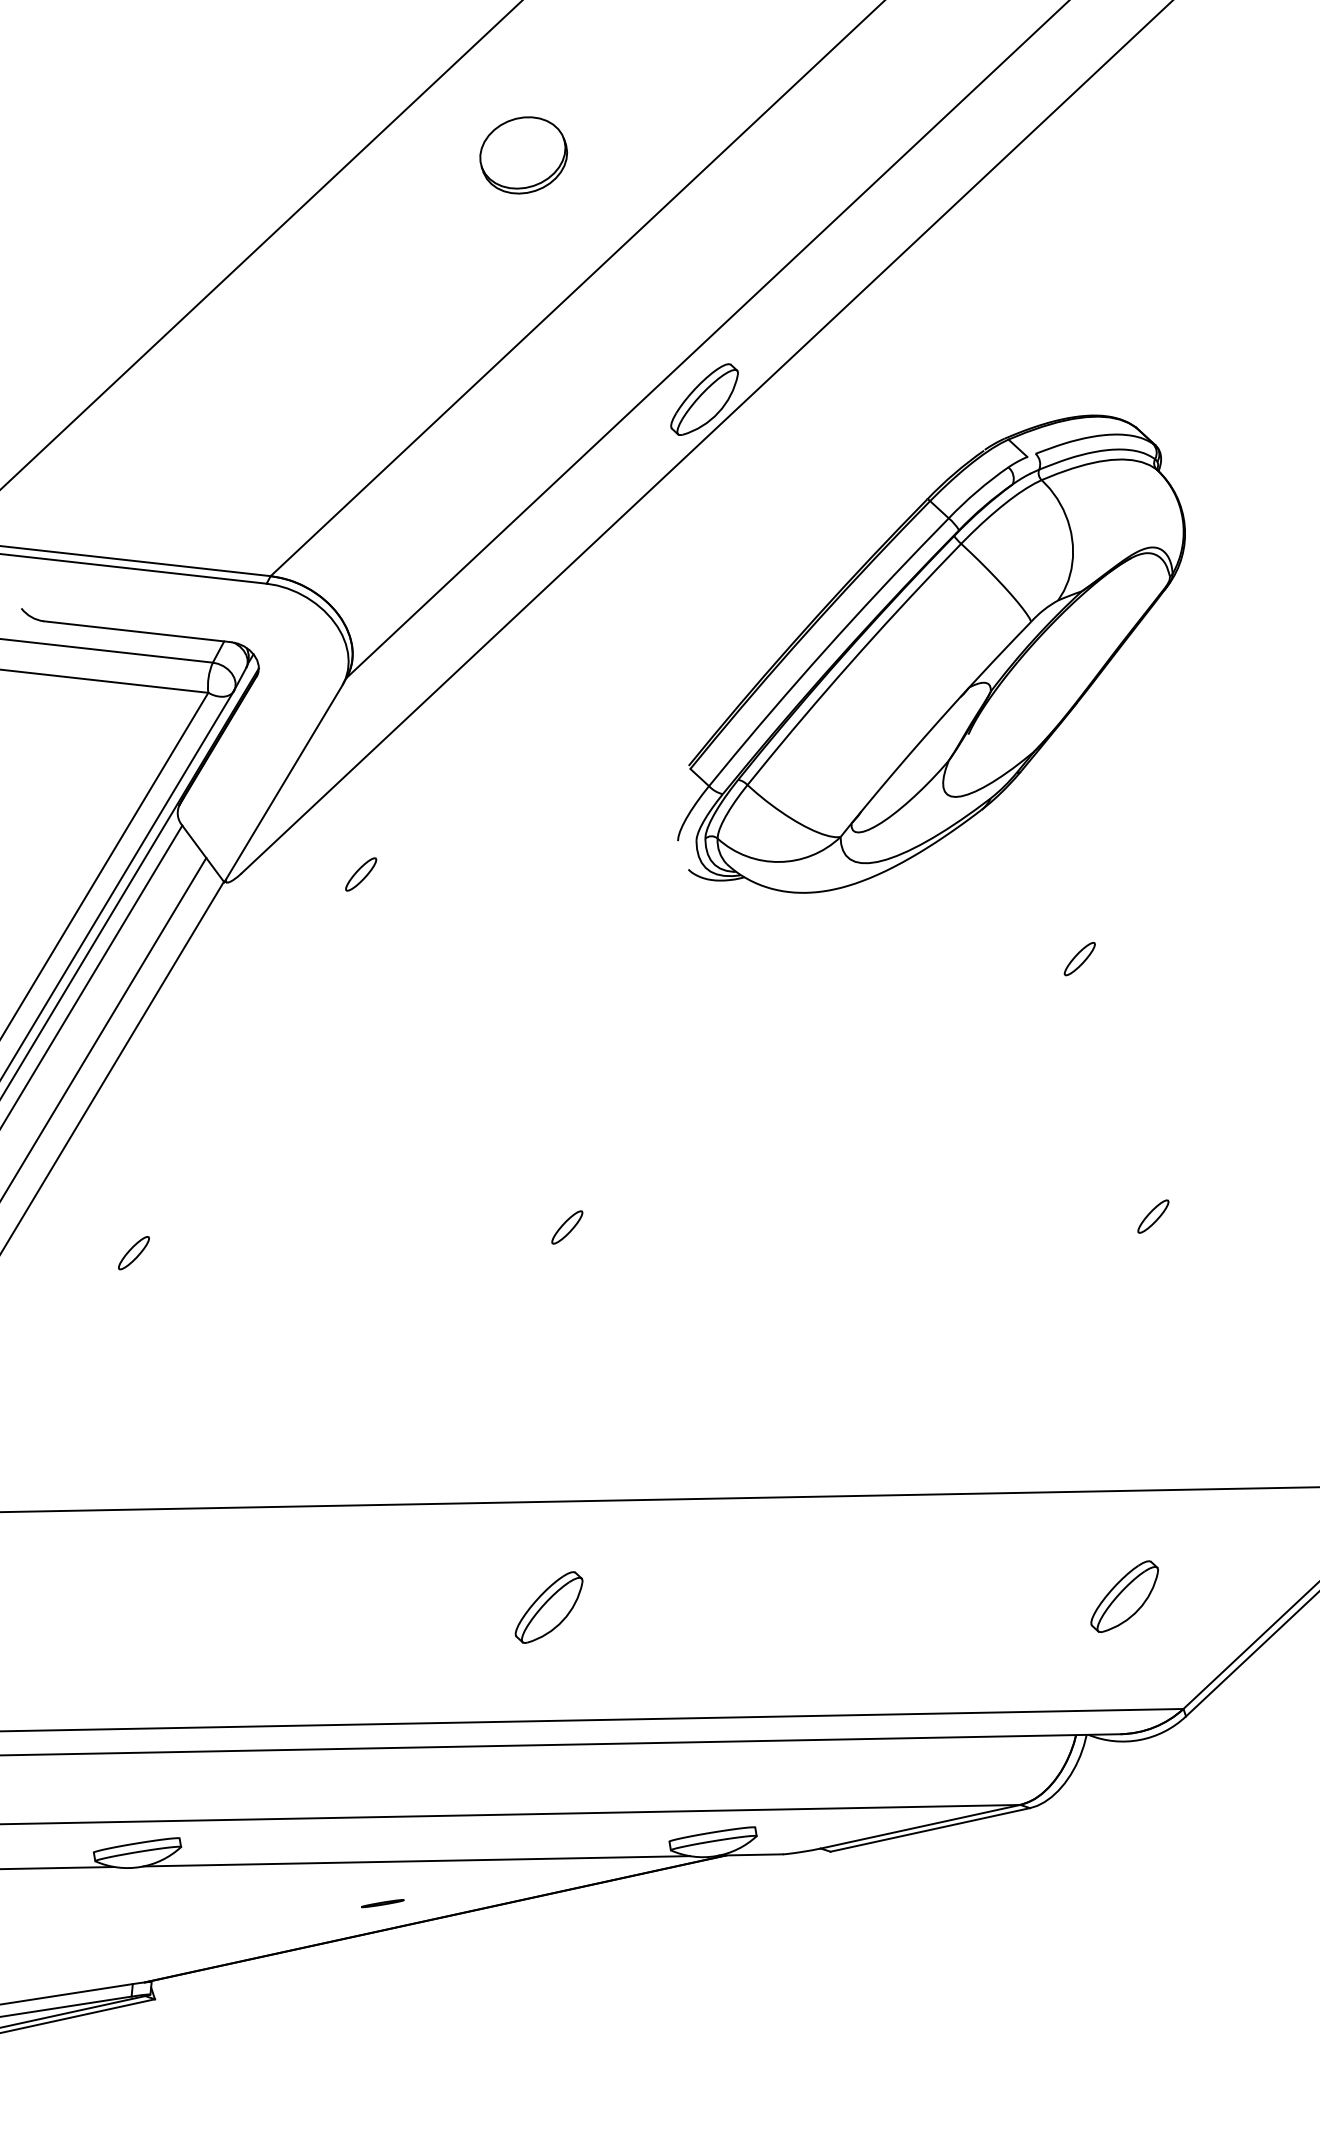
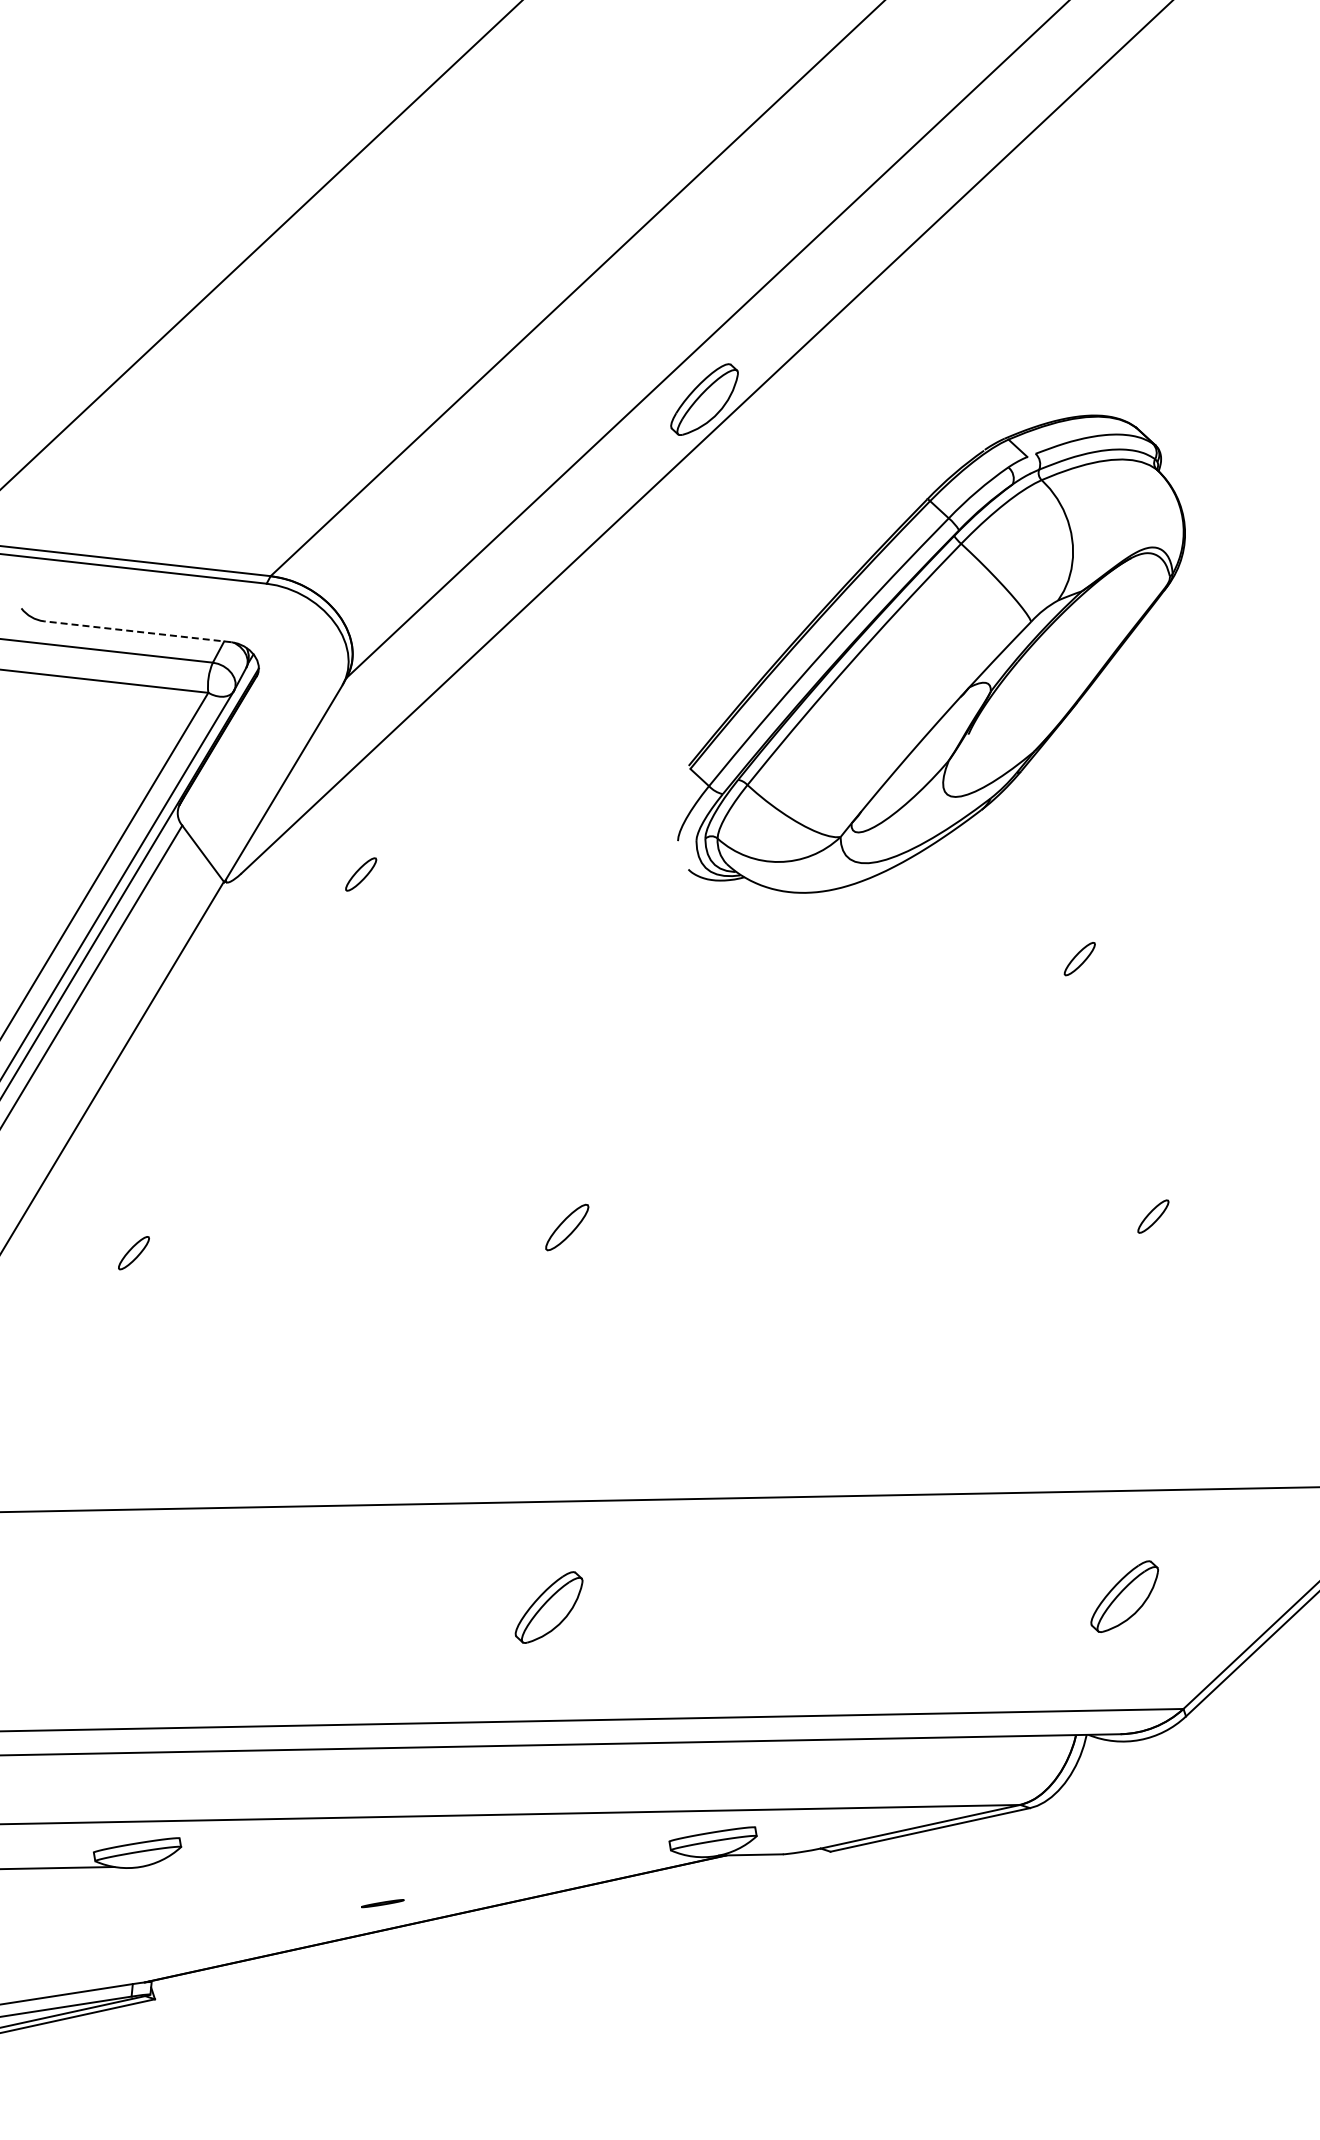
part at (523, 155): present -> none
line at (137, 631): solid -> dashed
line at (104, 1027): present -> none
part at (567, 1227) size: 33x35 px -> 45x49 px
line at (416, 1861): present -> none
